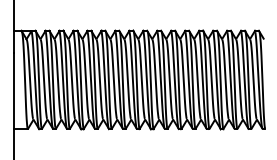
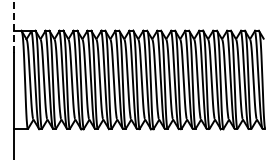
line at (14, 25): solid -> dashed
